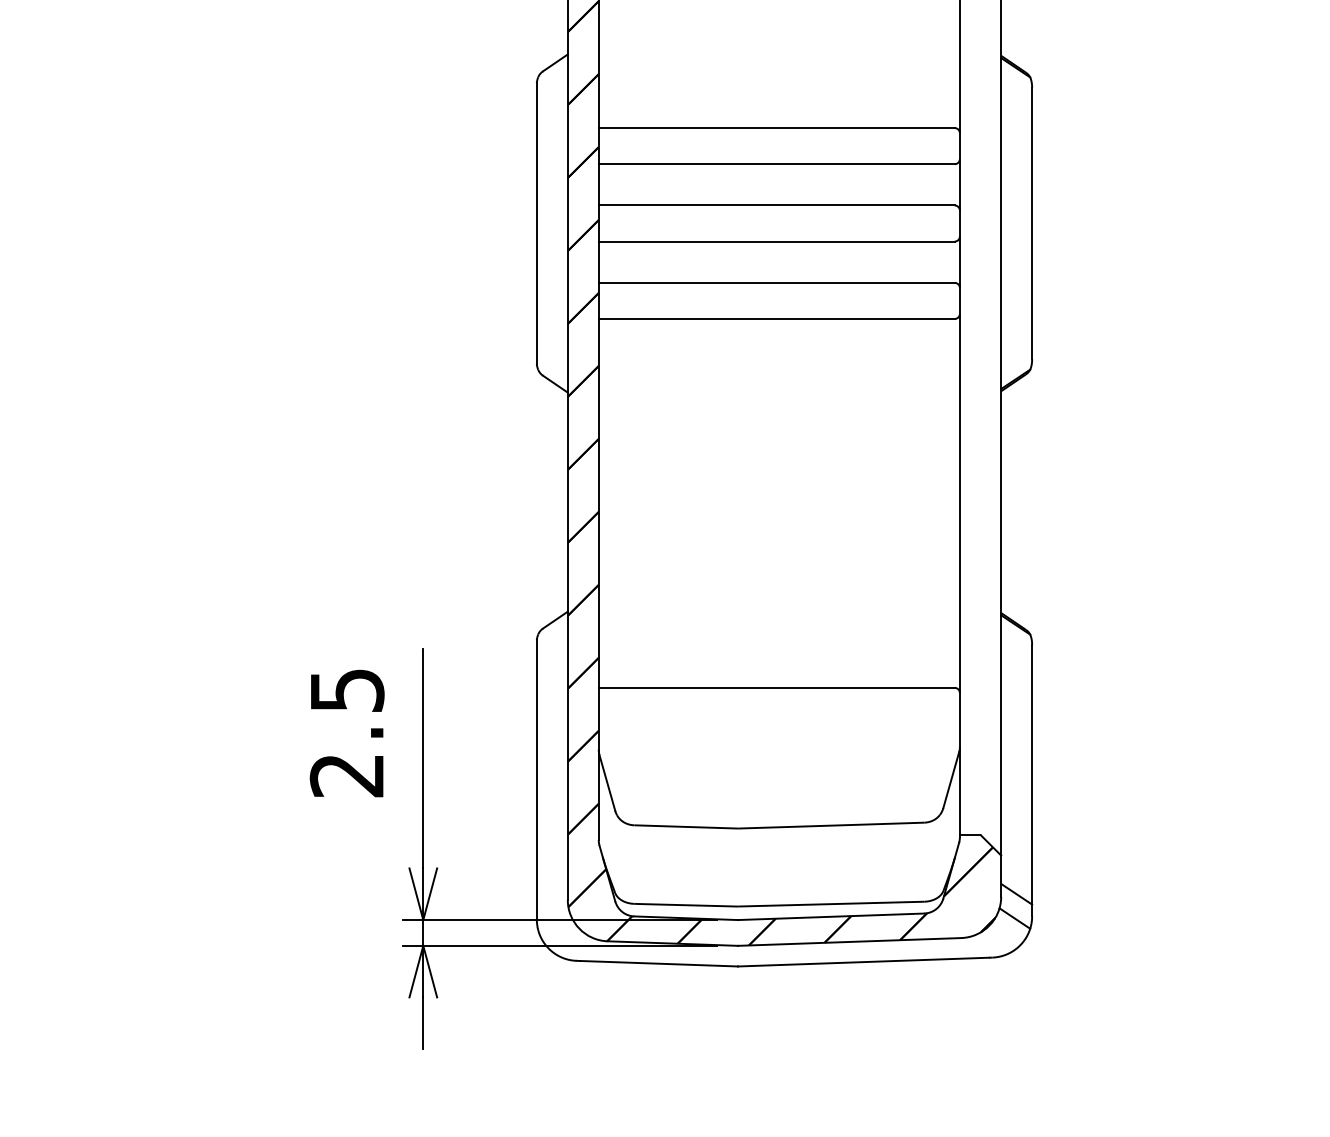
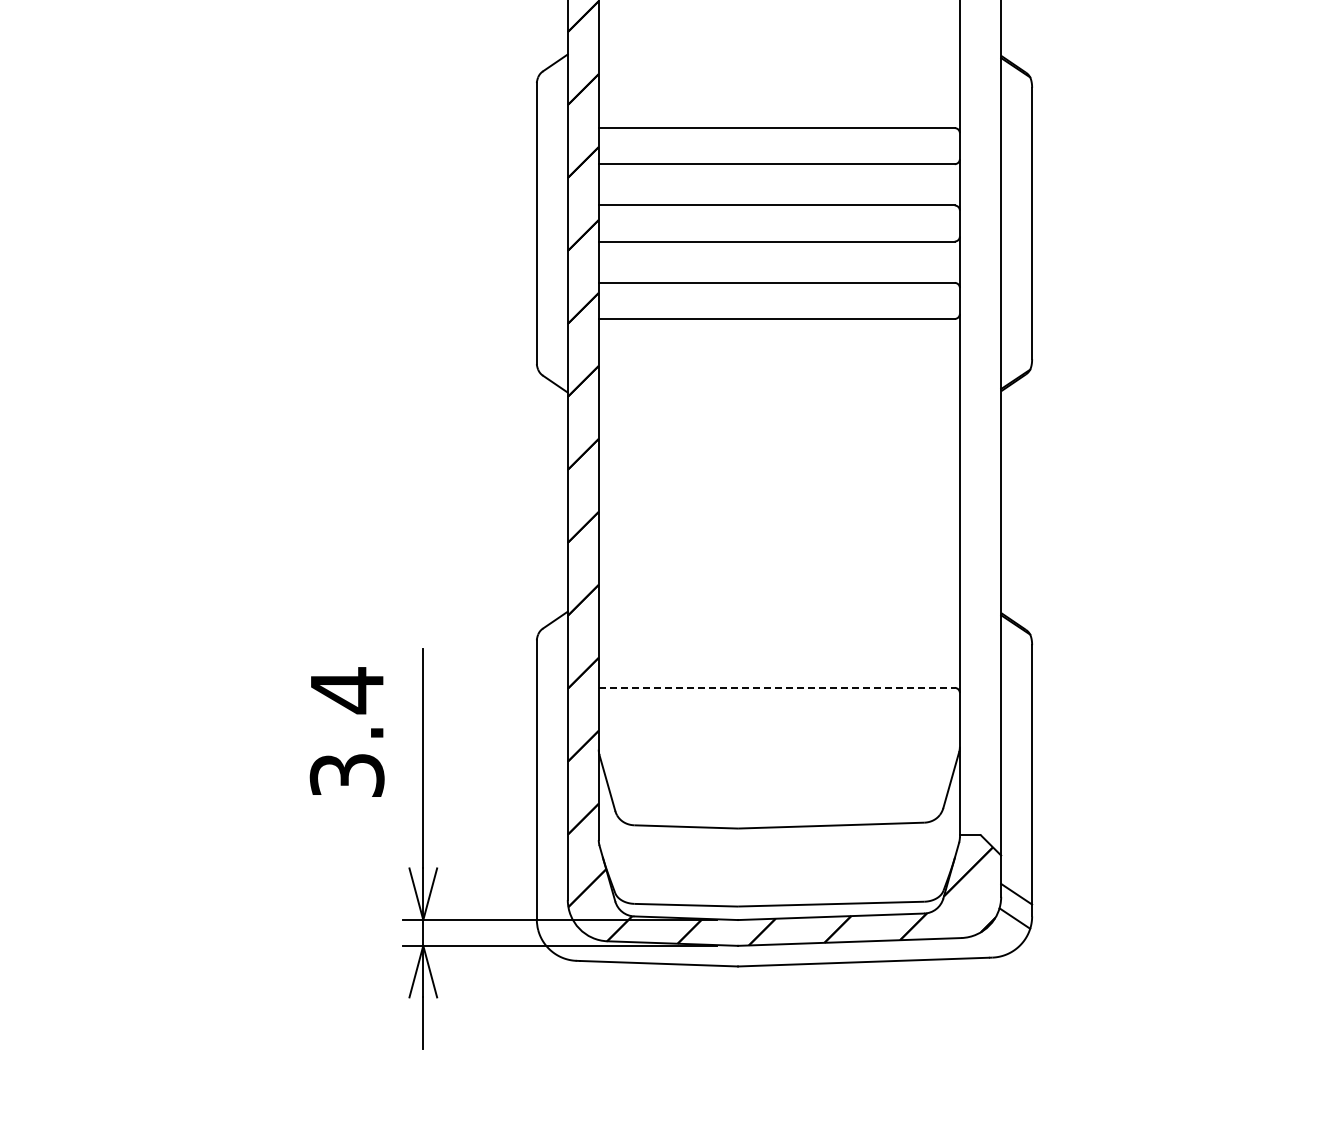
line at (776, 687): solid -> dashed
text at (346, 732): 2.5 -> 3.4
